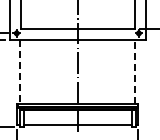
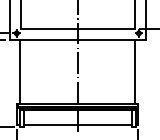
line at (135, 71): dashed -> solid
line at (20, 72): dashed -> solid
